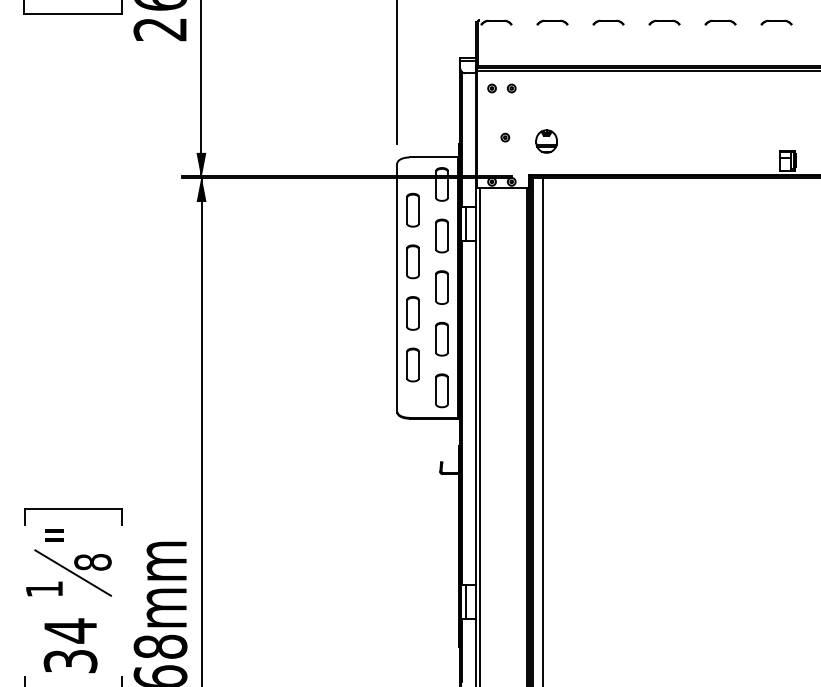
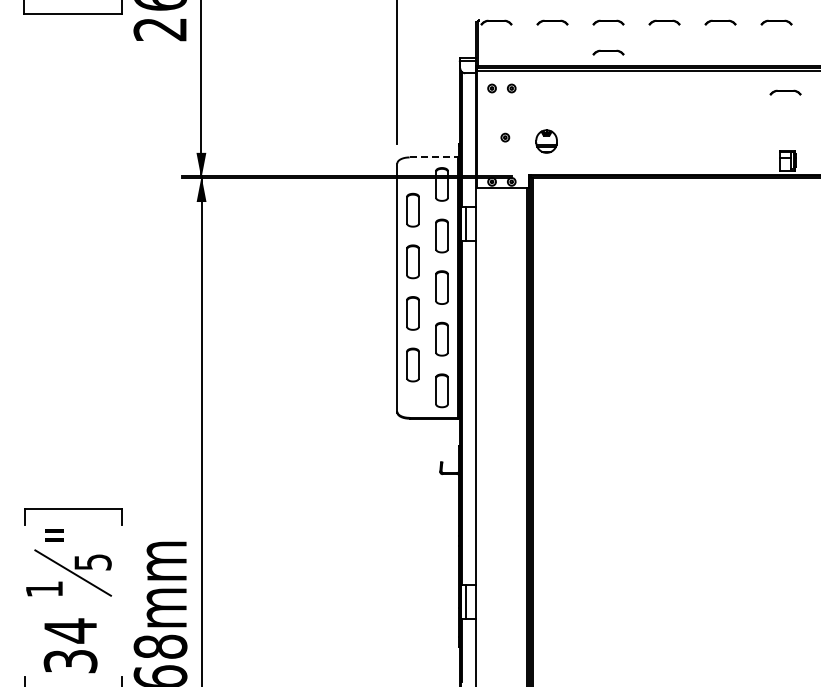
part at (608, 52): none -> present
part at (785, 92): none -> present
line at (434, 157): solid -> dashed
line at (543, 430): present -> none
line at (480, 435): present -> none
text at (92, 562): 8 -> 5
